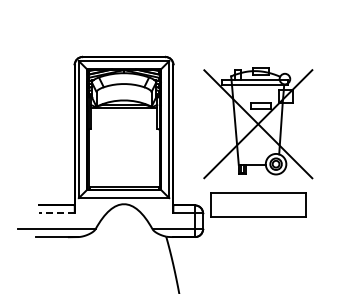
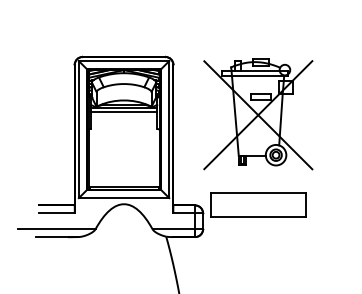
line at (123, 111): none -> present
part at (258, 123) position: (258, 123) -> (258, 114)
line at (56, 213): dashed -> solid
